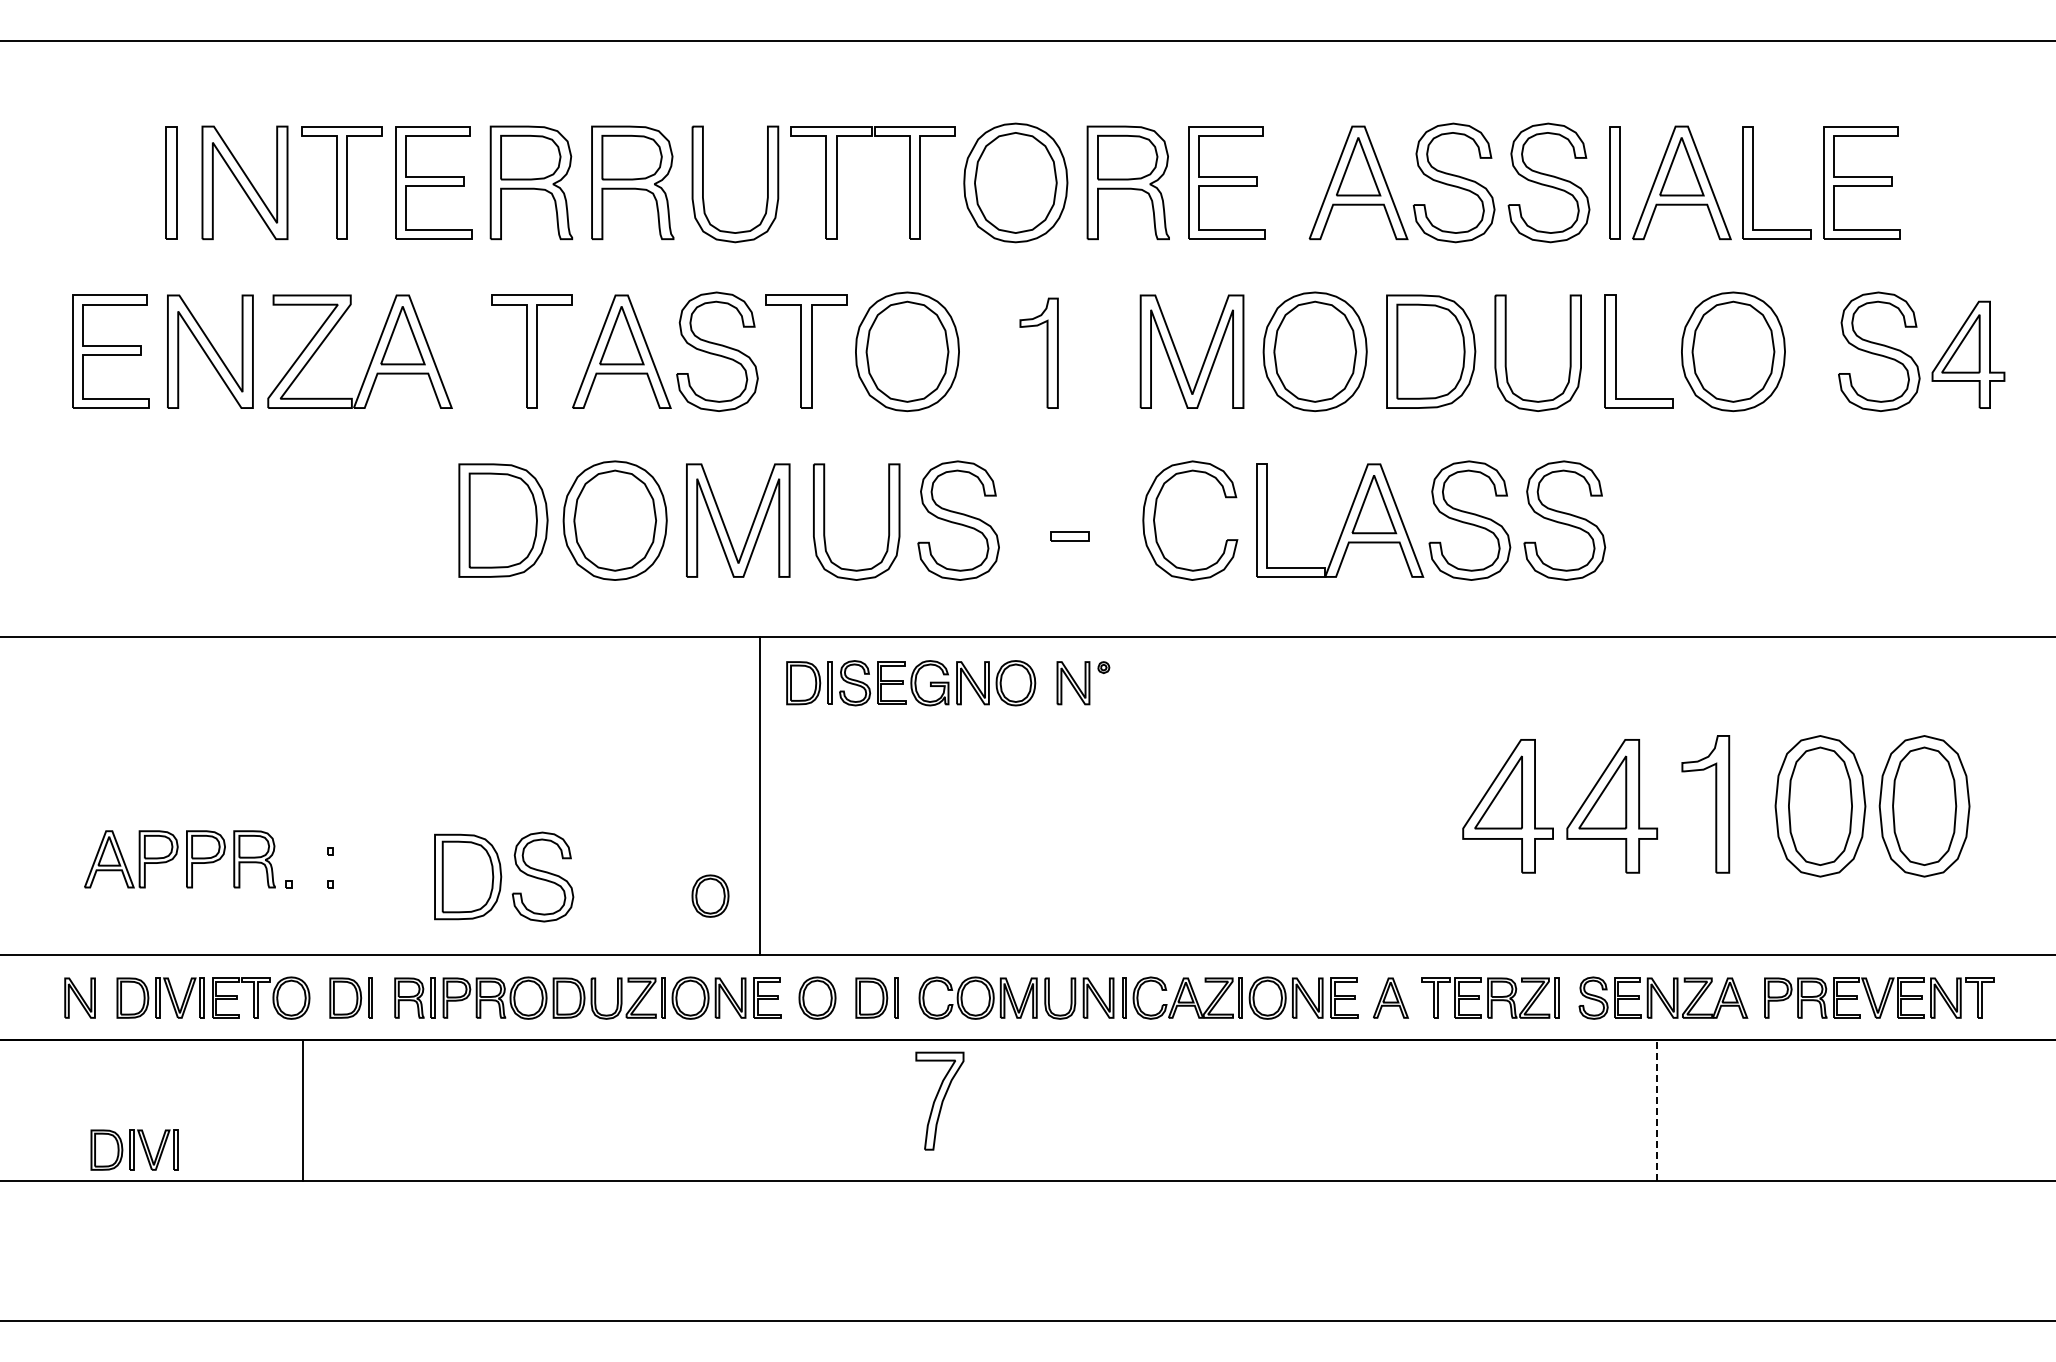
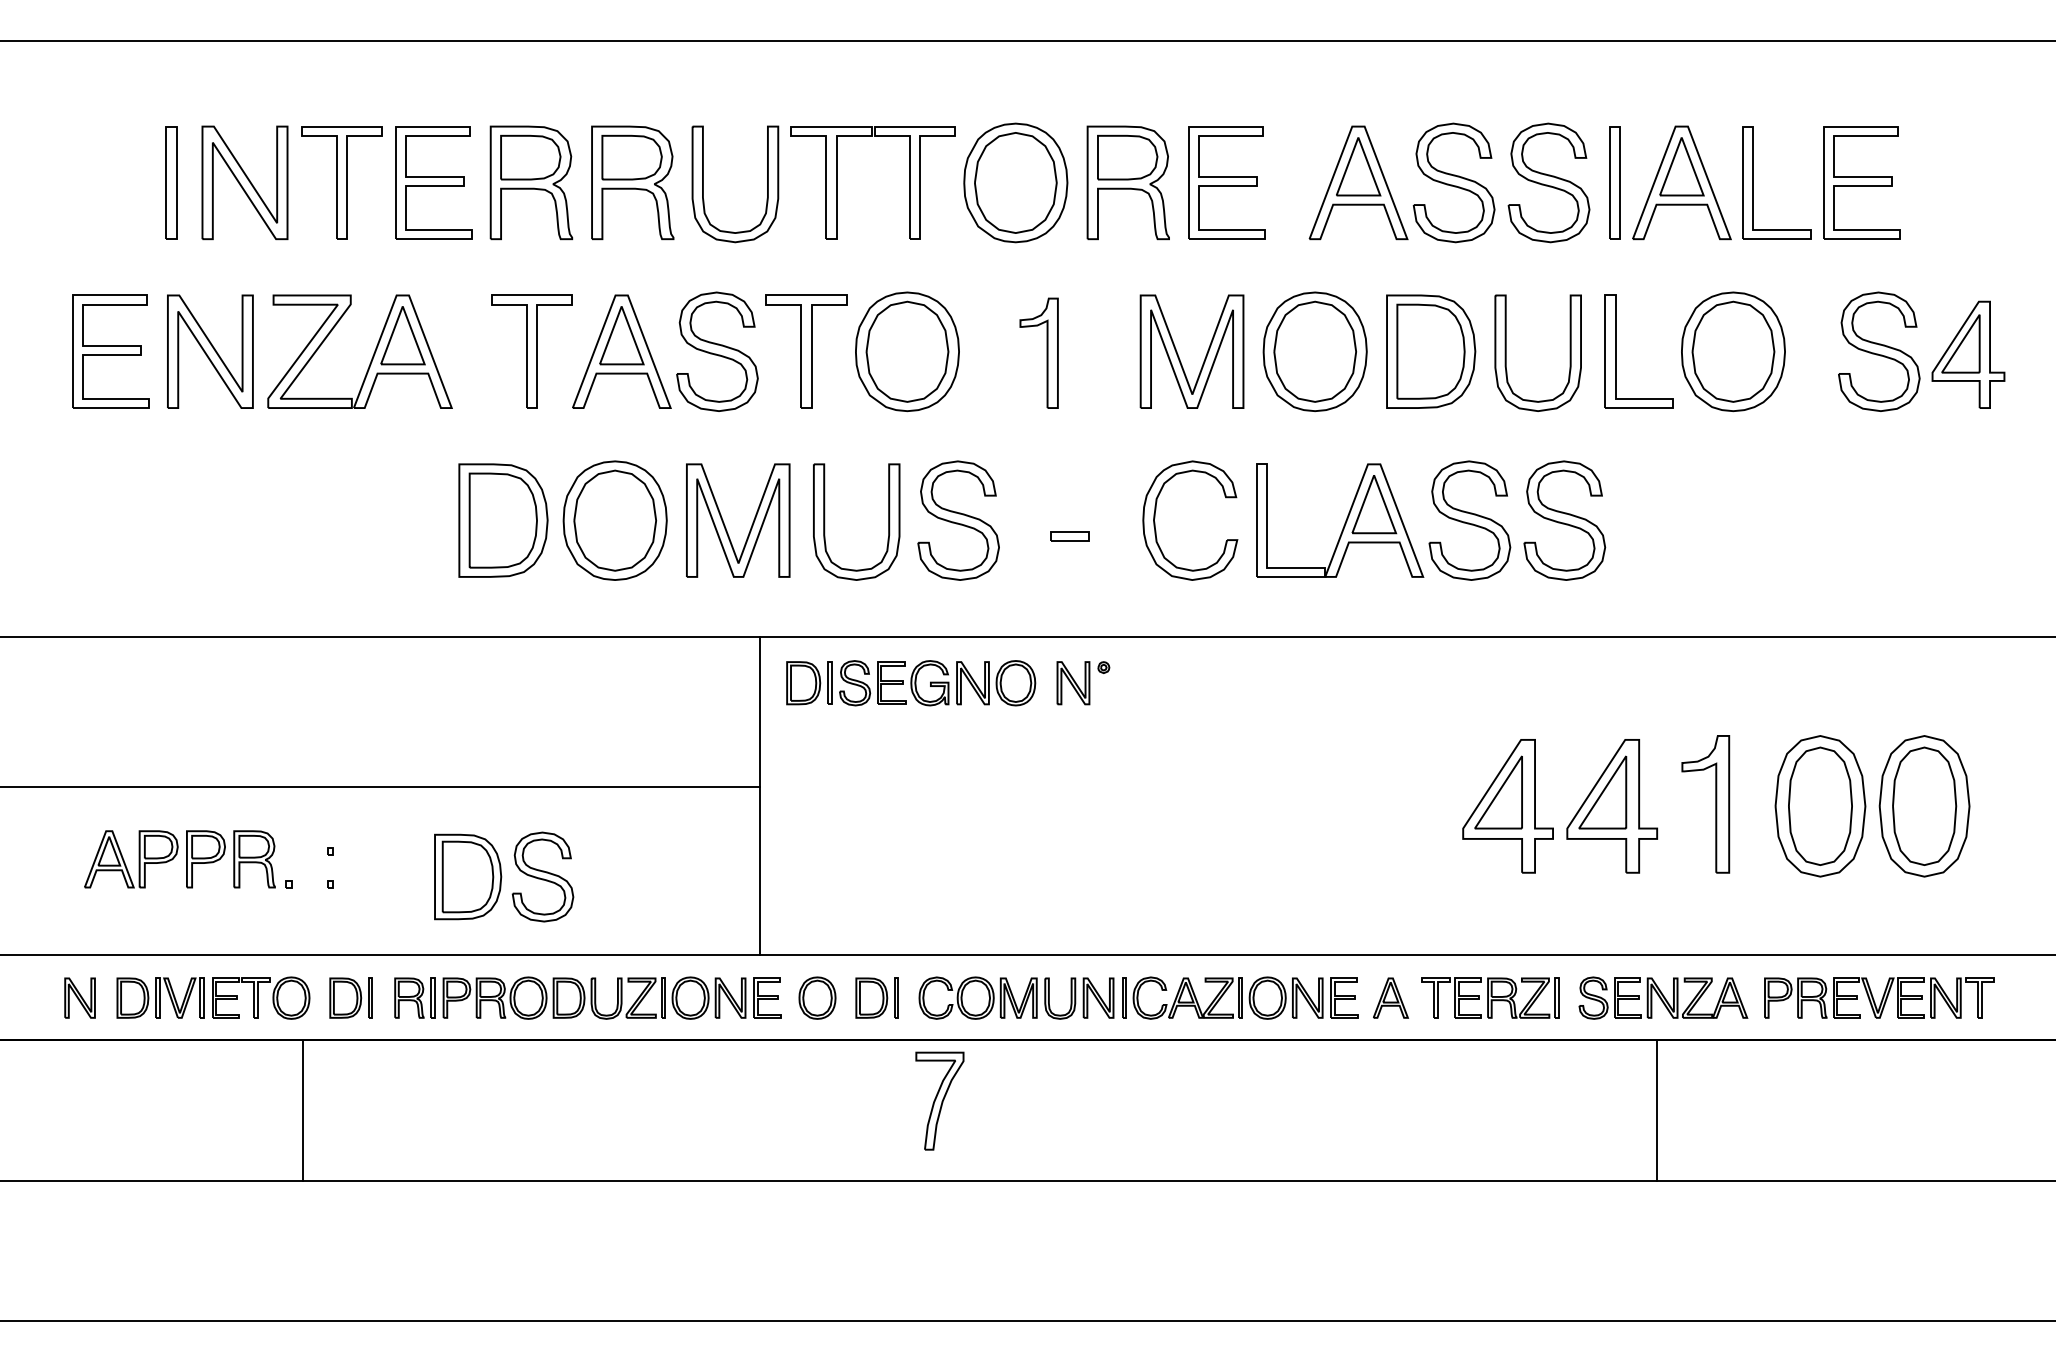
line at (381, 786): none -> present
part at (710, 895): present -> none
line at (1657, 1109): dashed -> solid
part at (134, 1149): present -> none
